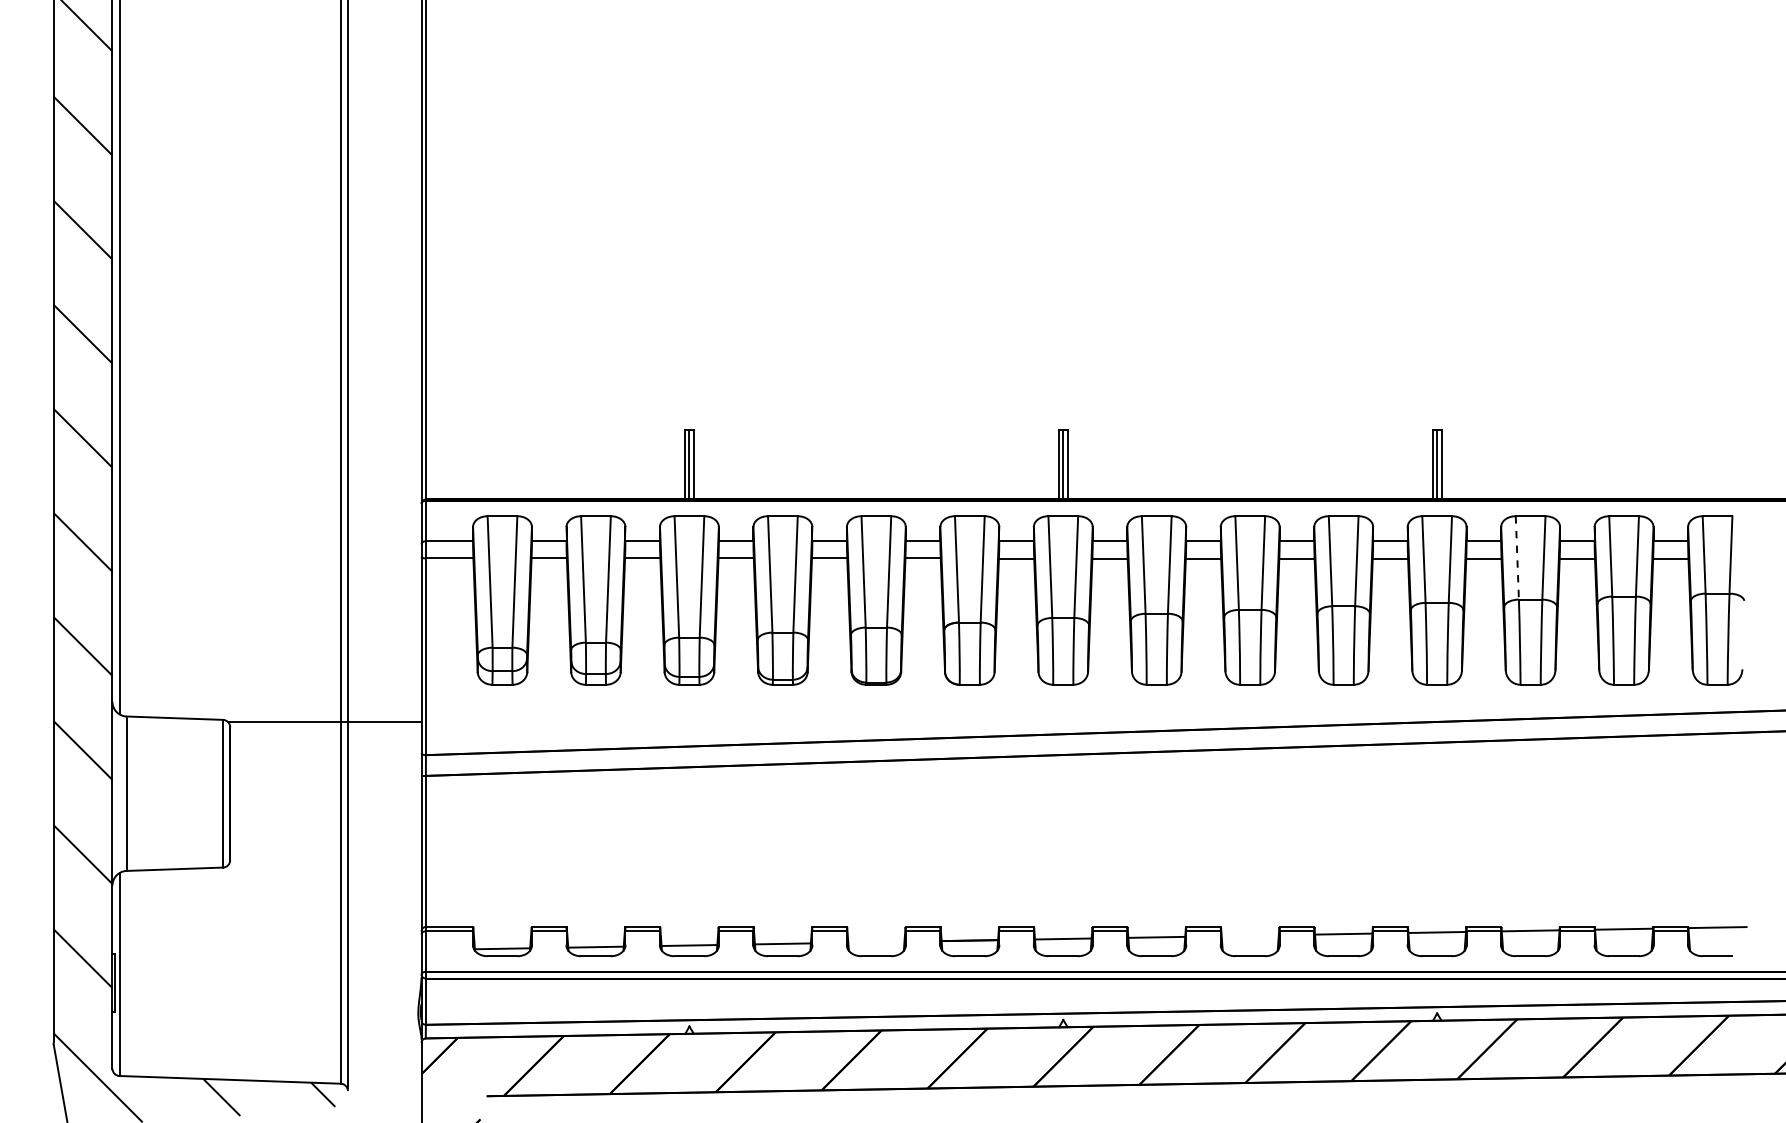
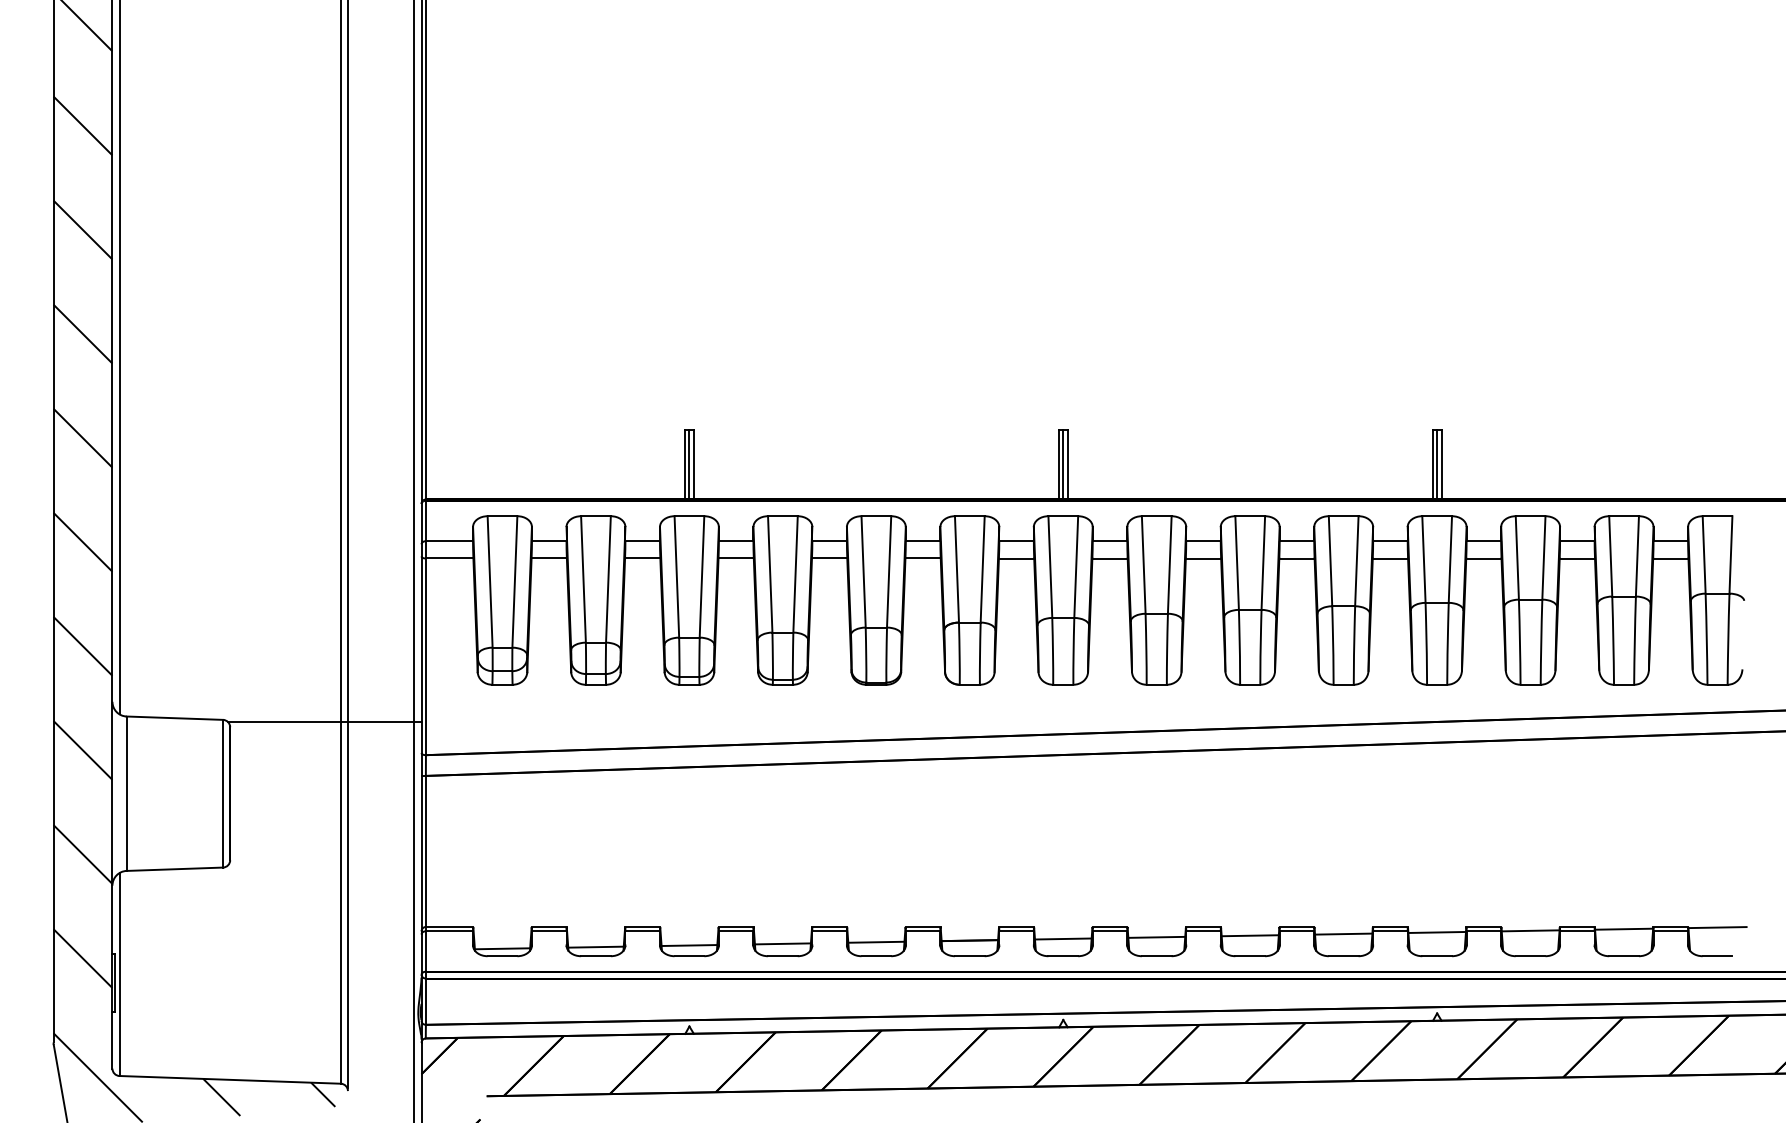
line at (1517, 557): dashed -> solid
line at (414, 560): none -> present
line at (1249, 935): none -> present
line at (876, 941): none -> present
